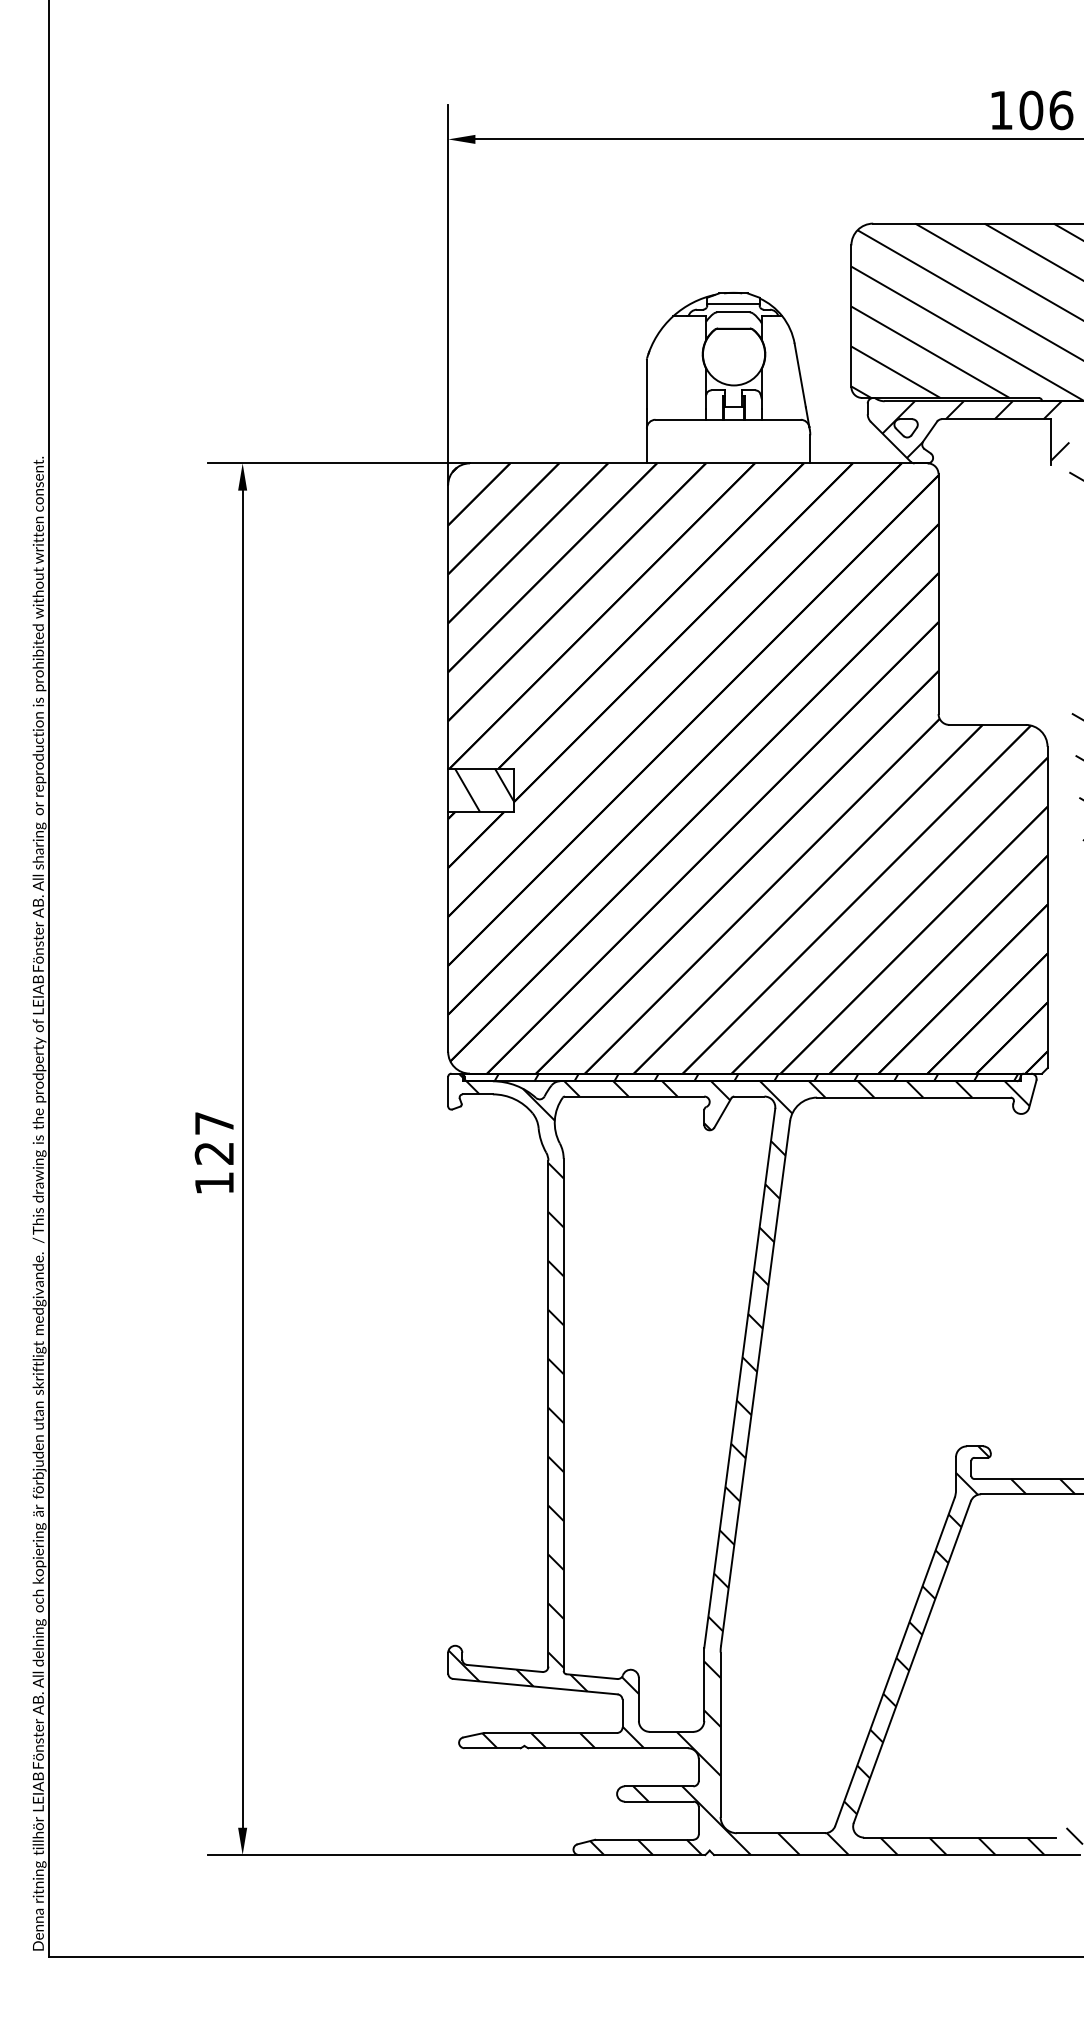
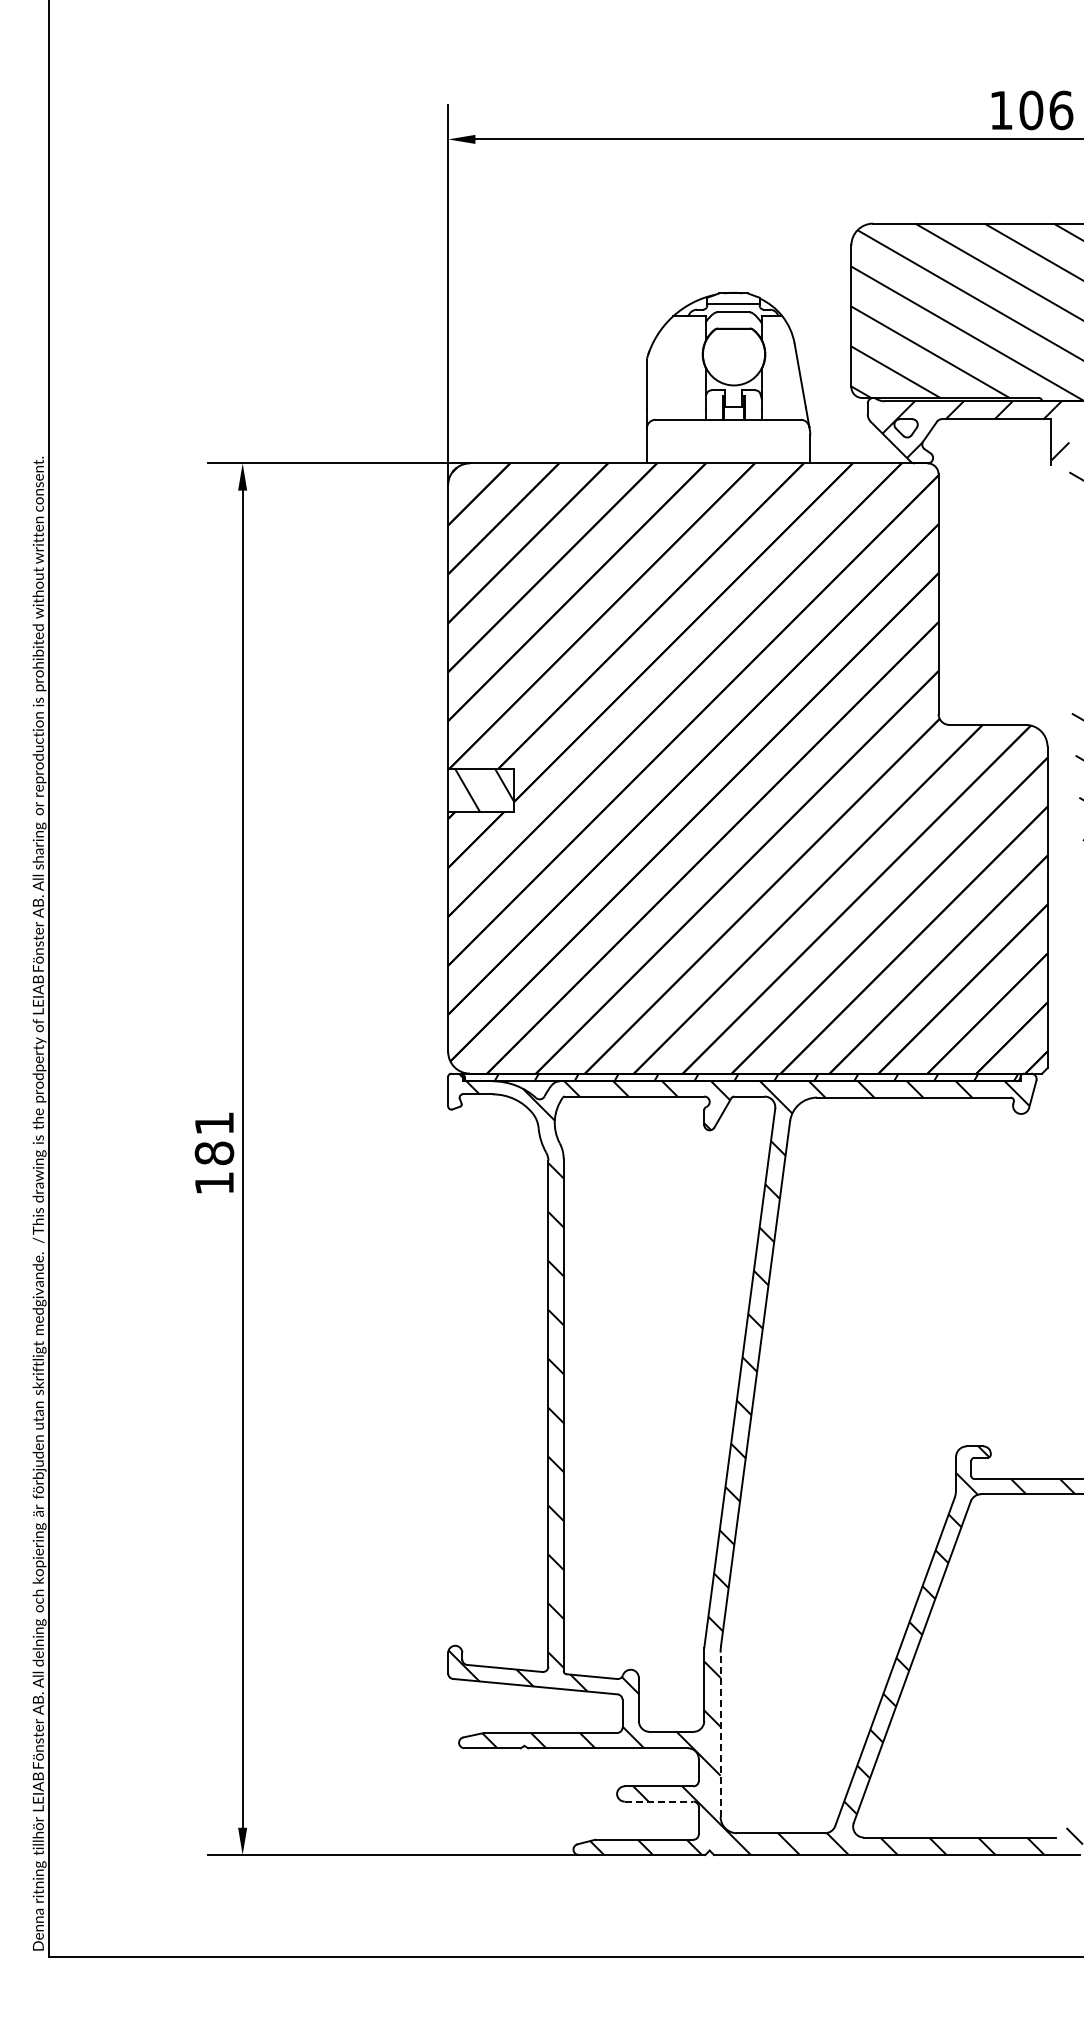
text at (214, 1138): 127 -> 181
line at (720, 1734): solid -> dashed
line at (659, 1801): solid -> dashed
